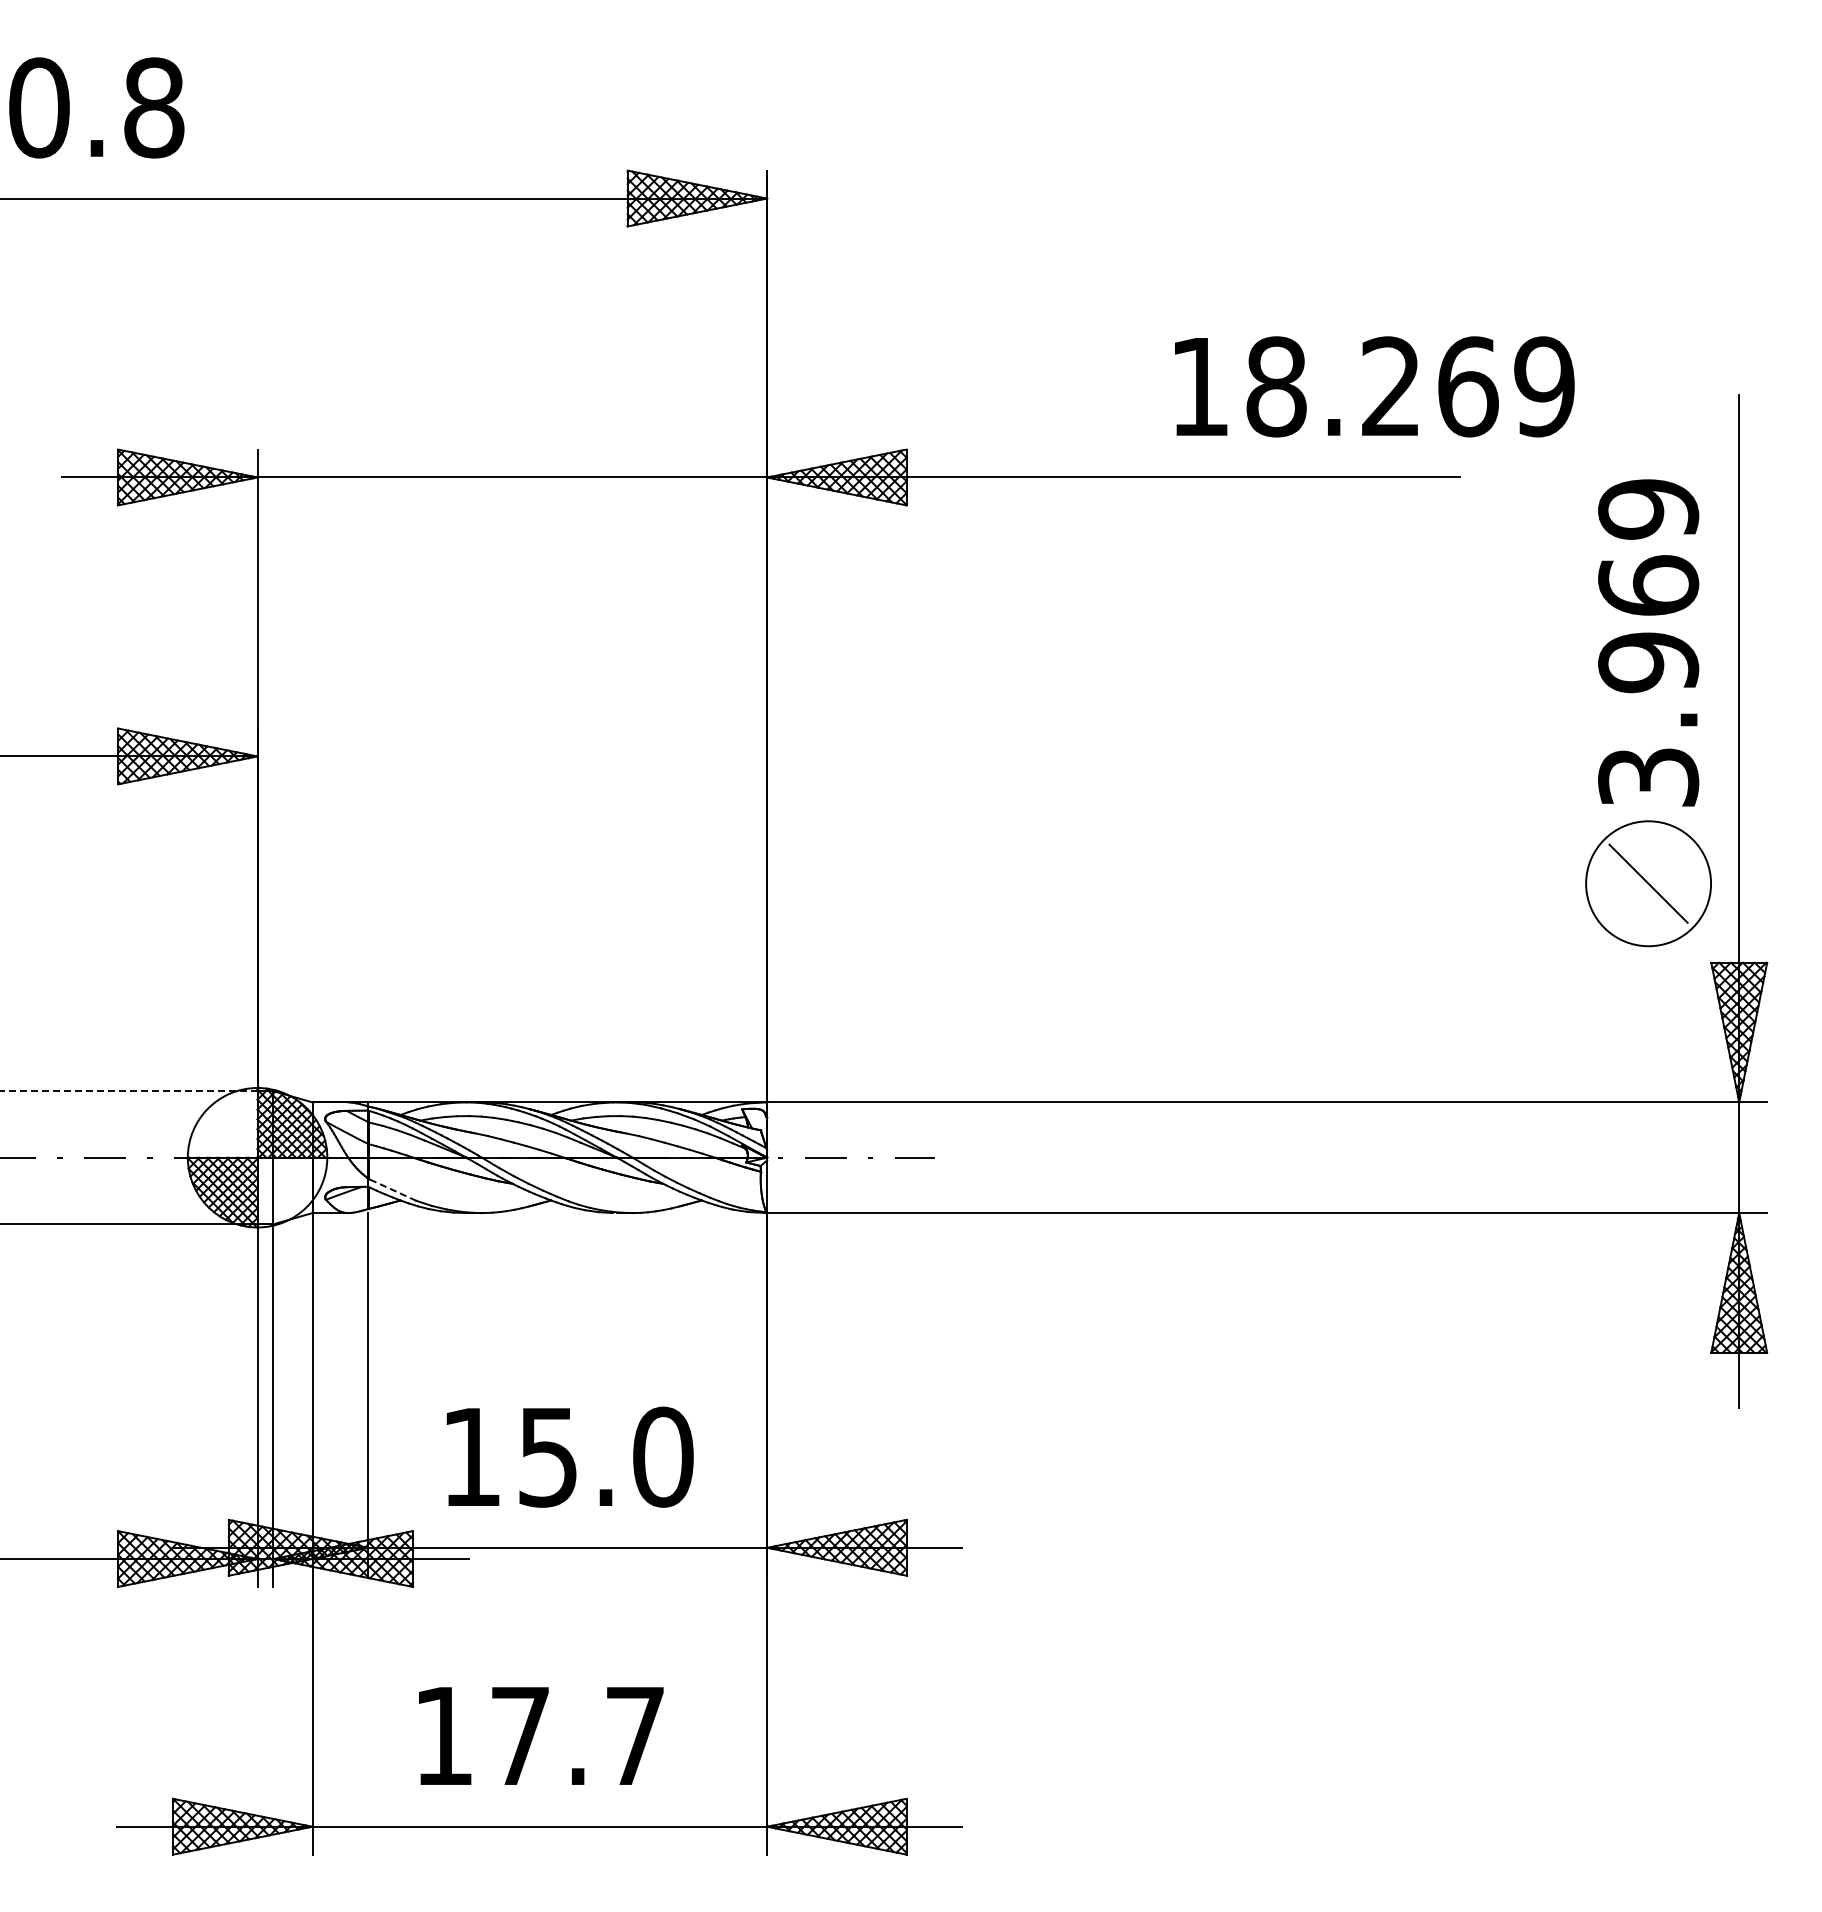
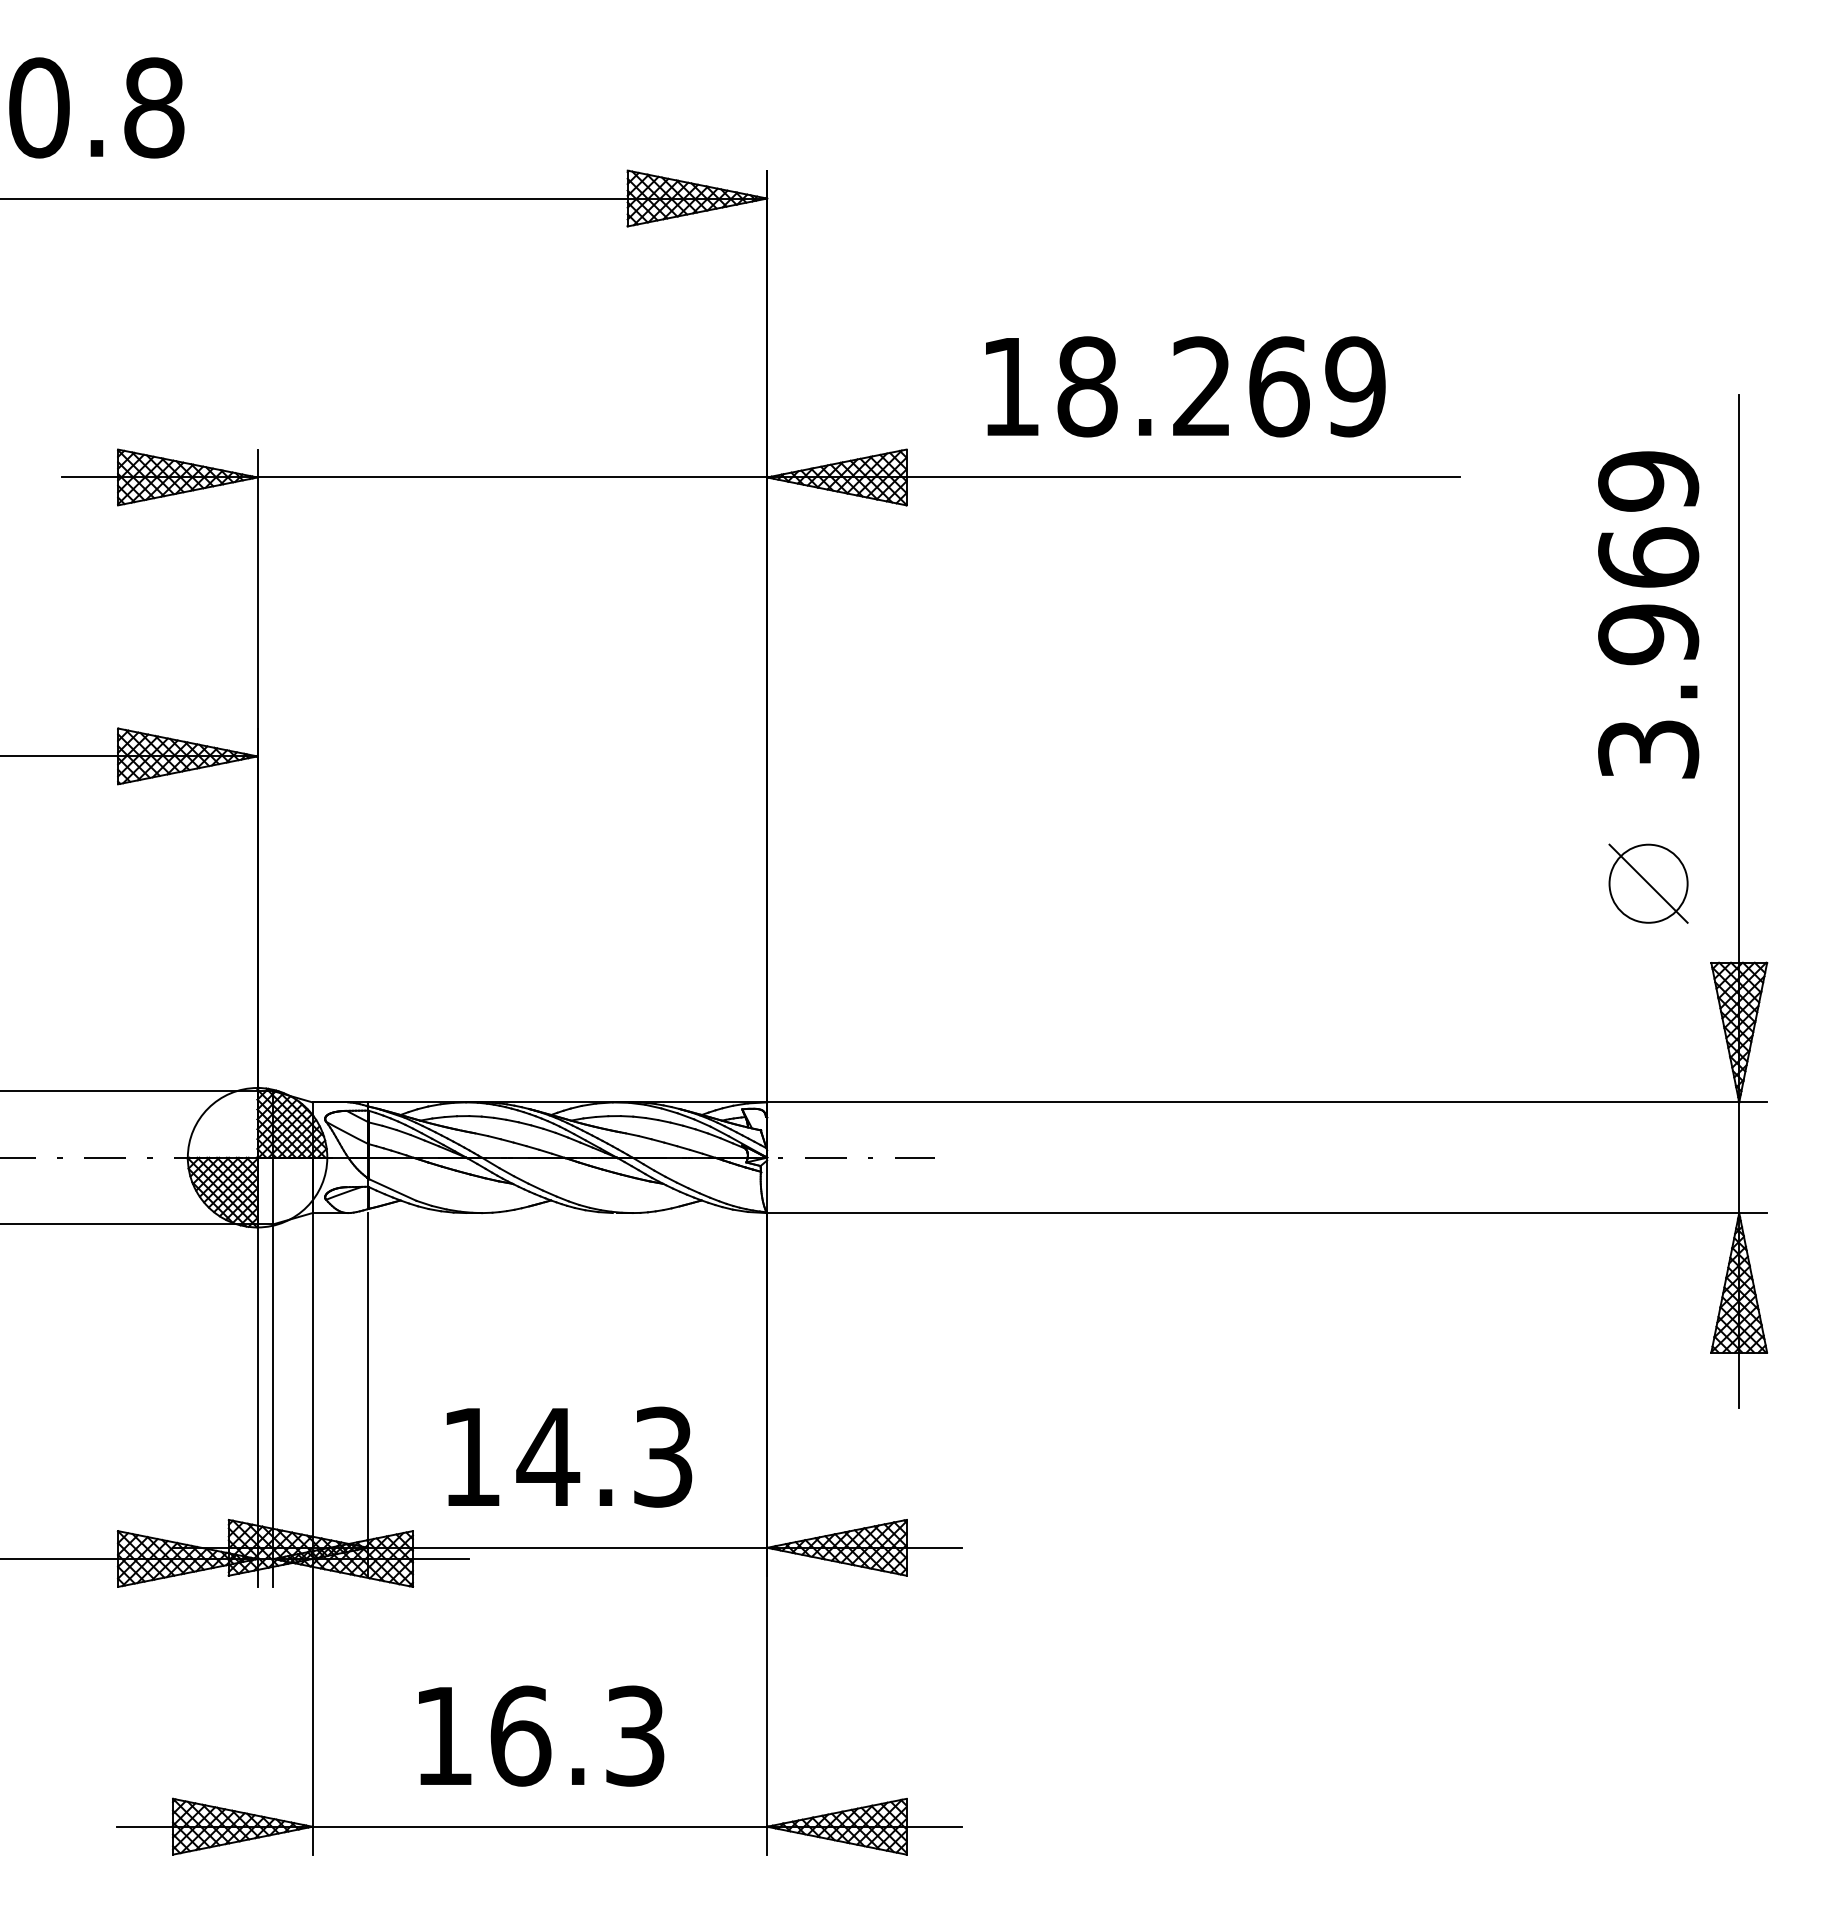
text at (1374, 386) position: (1374, 386) -> (1185, 386)
text at (1648, 642) position: (1648, 642) -> (1648, 614)
circle at (1648, 883) diameter: 125 px -> 78 px
line at (128, 1091): dashed -> solid
line at (392, 1189): dashed -> solid
text at (604, 1456): 15.0 -> 14.3
text at (577, 1735): 17.7 -> 16.3
